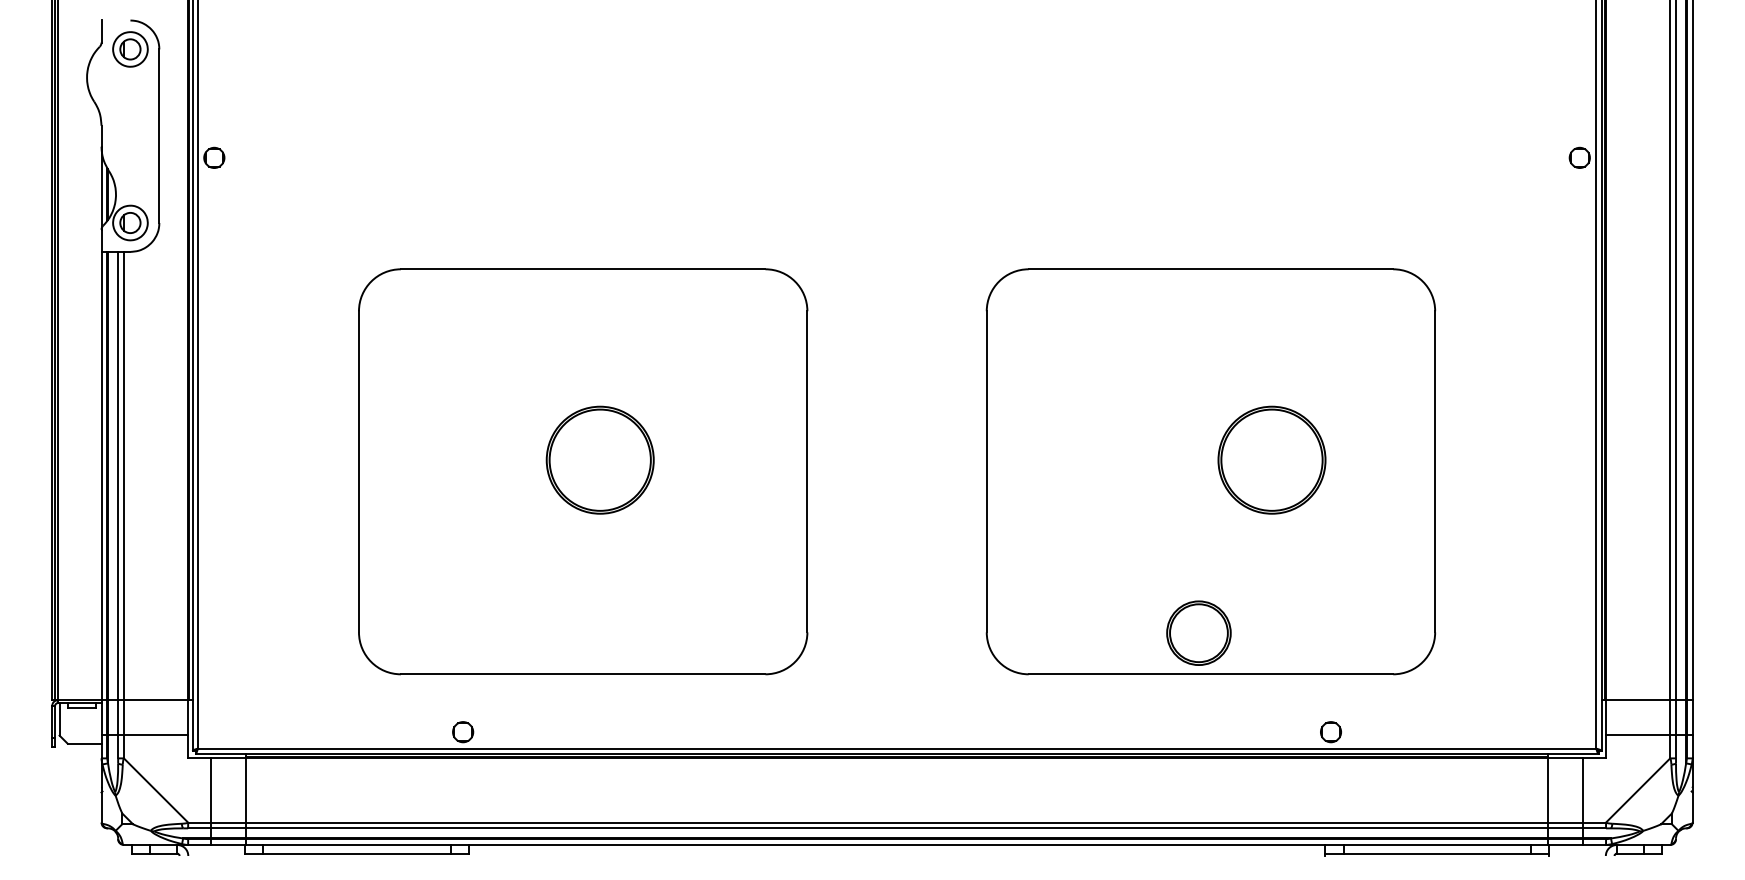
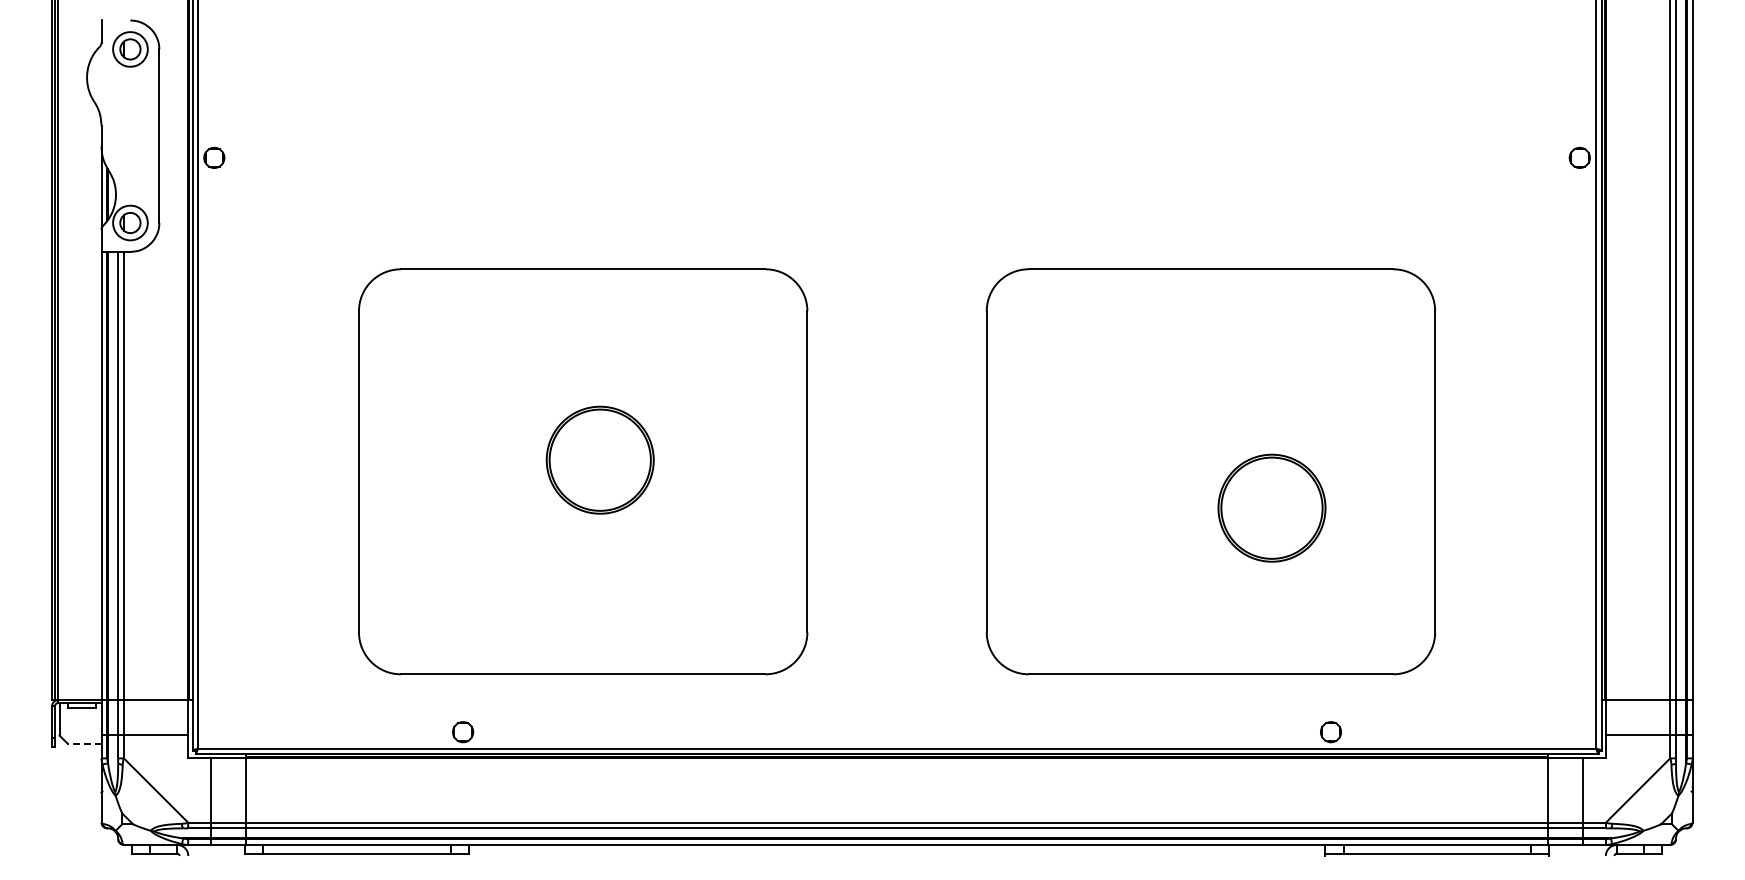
part at (1271, 459) position: (1271, 459) -> (1271, 507)
part at (1198, 632): present -> none
line at (84, 743): solid -> dashed
